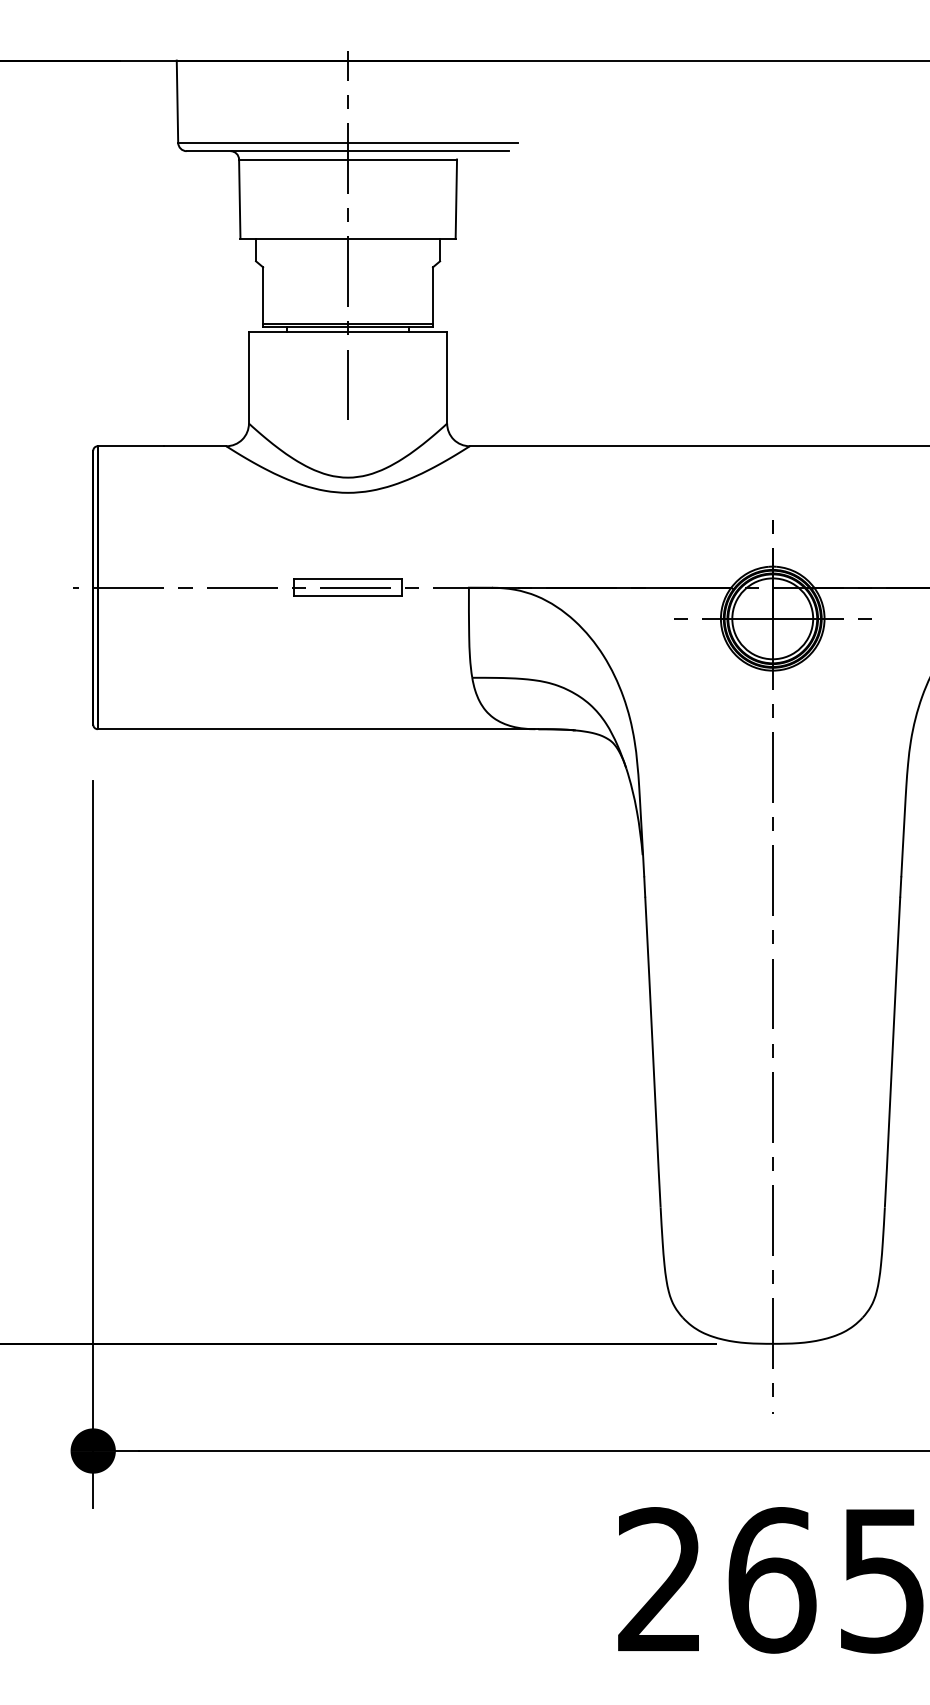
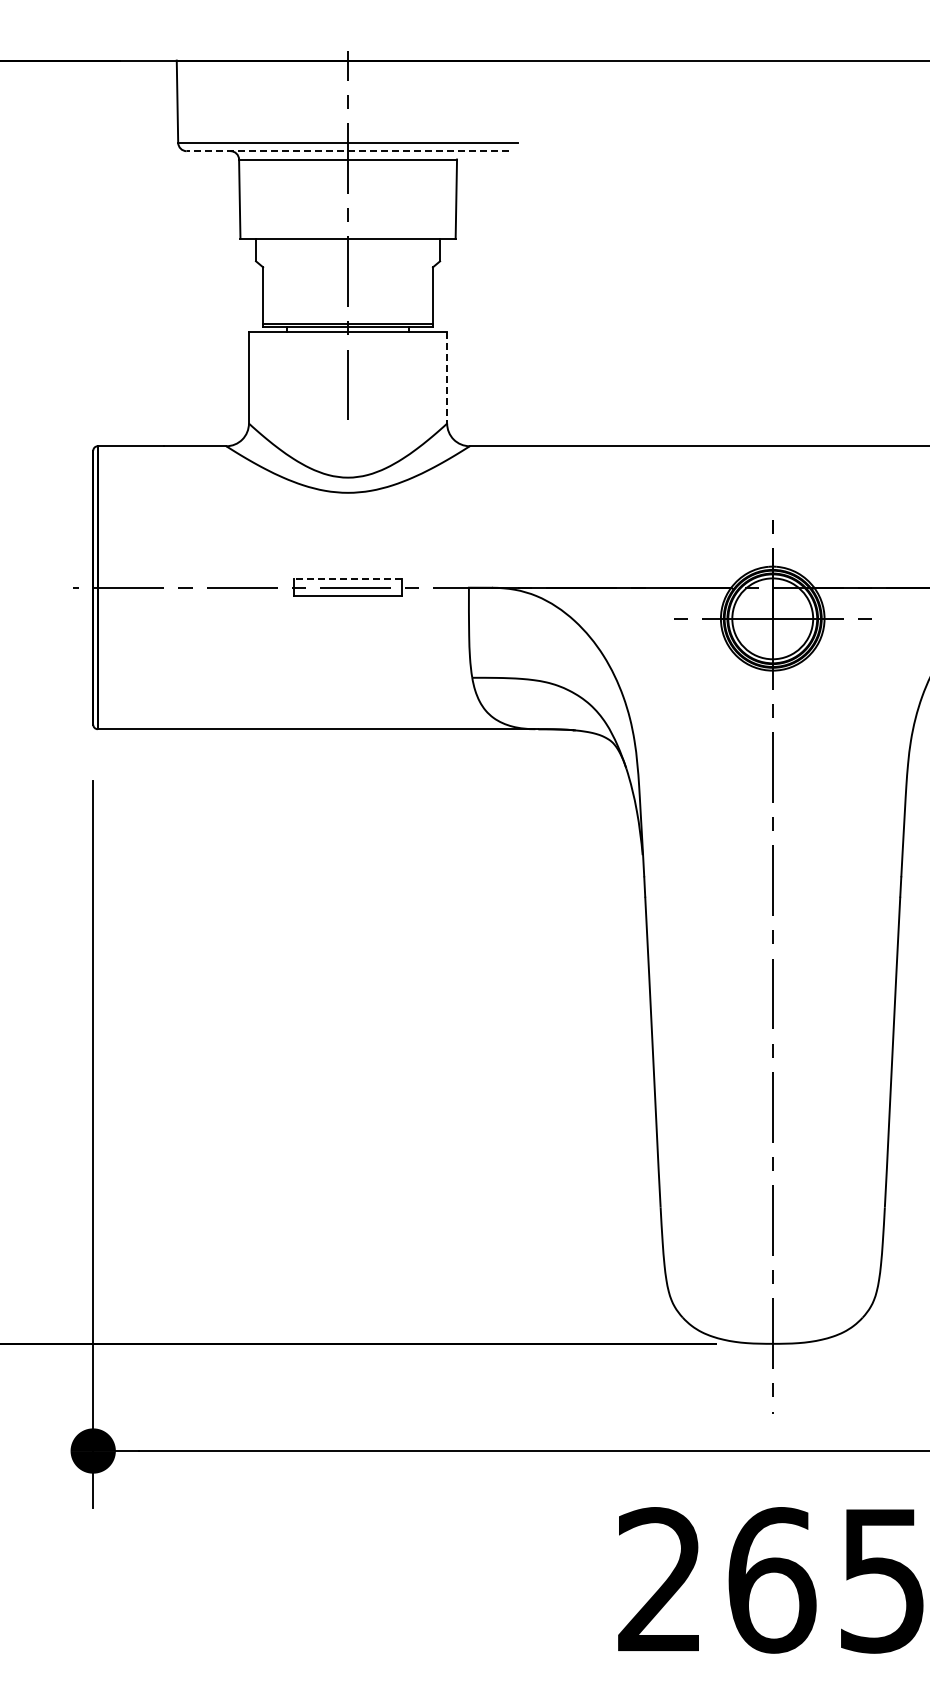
line at (347, 151): solid -> dashed
line at (447, 378): solid -> dashed
line at (348, 579): solid -> dashed
